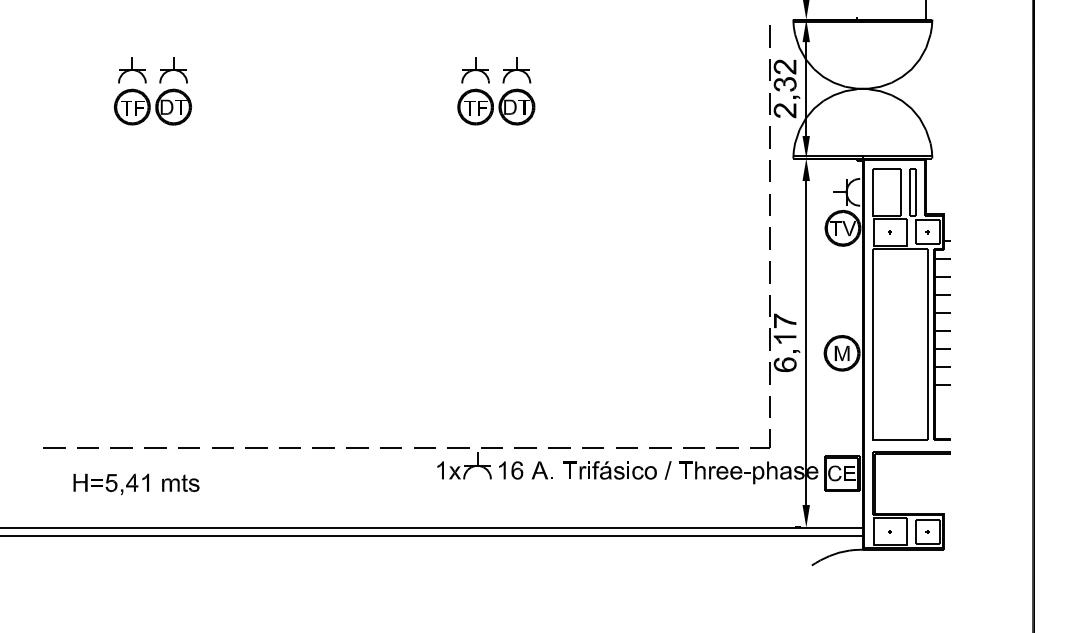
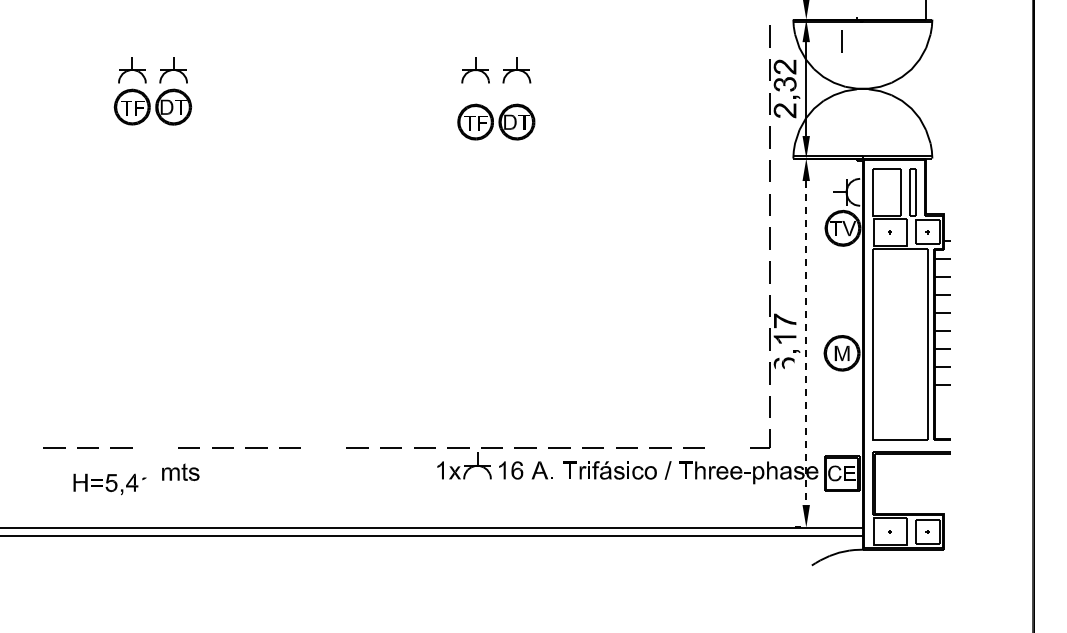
line at (841, 41): none -> present
part at (496, 106) position: (496, 106) -> (496, 121)
line at (806, 343): solid -> dashed
fill at (785, 365): present -> none
line at (155, 447): present -> none
line at (323, 447): present -> none
line at (727, 447): present -> none
fill at (146, 482): present -> none
part at (180, 483) position: (180, 483) -> (180, 472)
